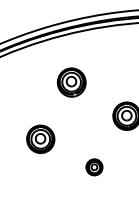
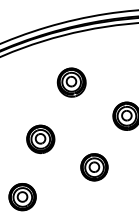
part at (94, 167) size: 19x19 px -> 29x29 px
part at (22, 197): none -> present
